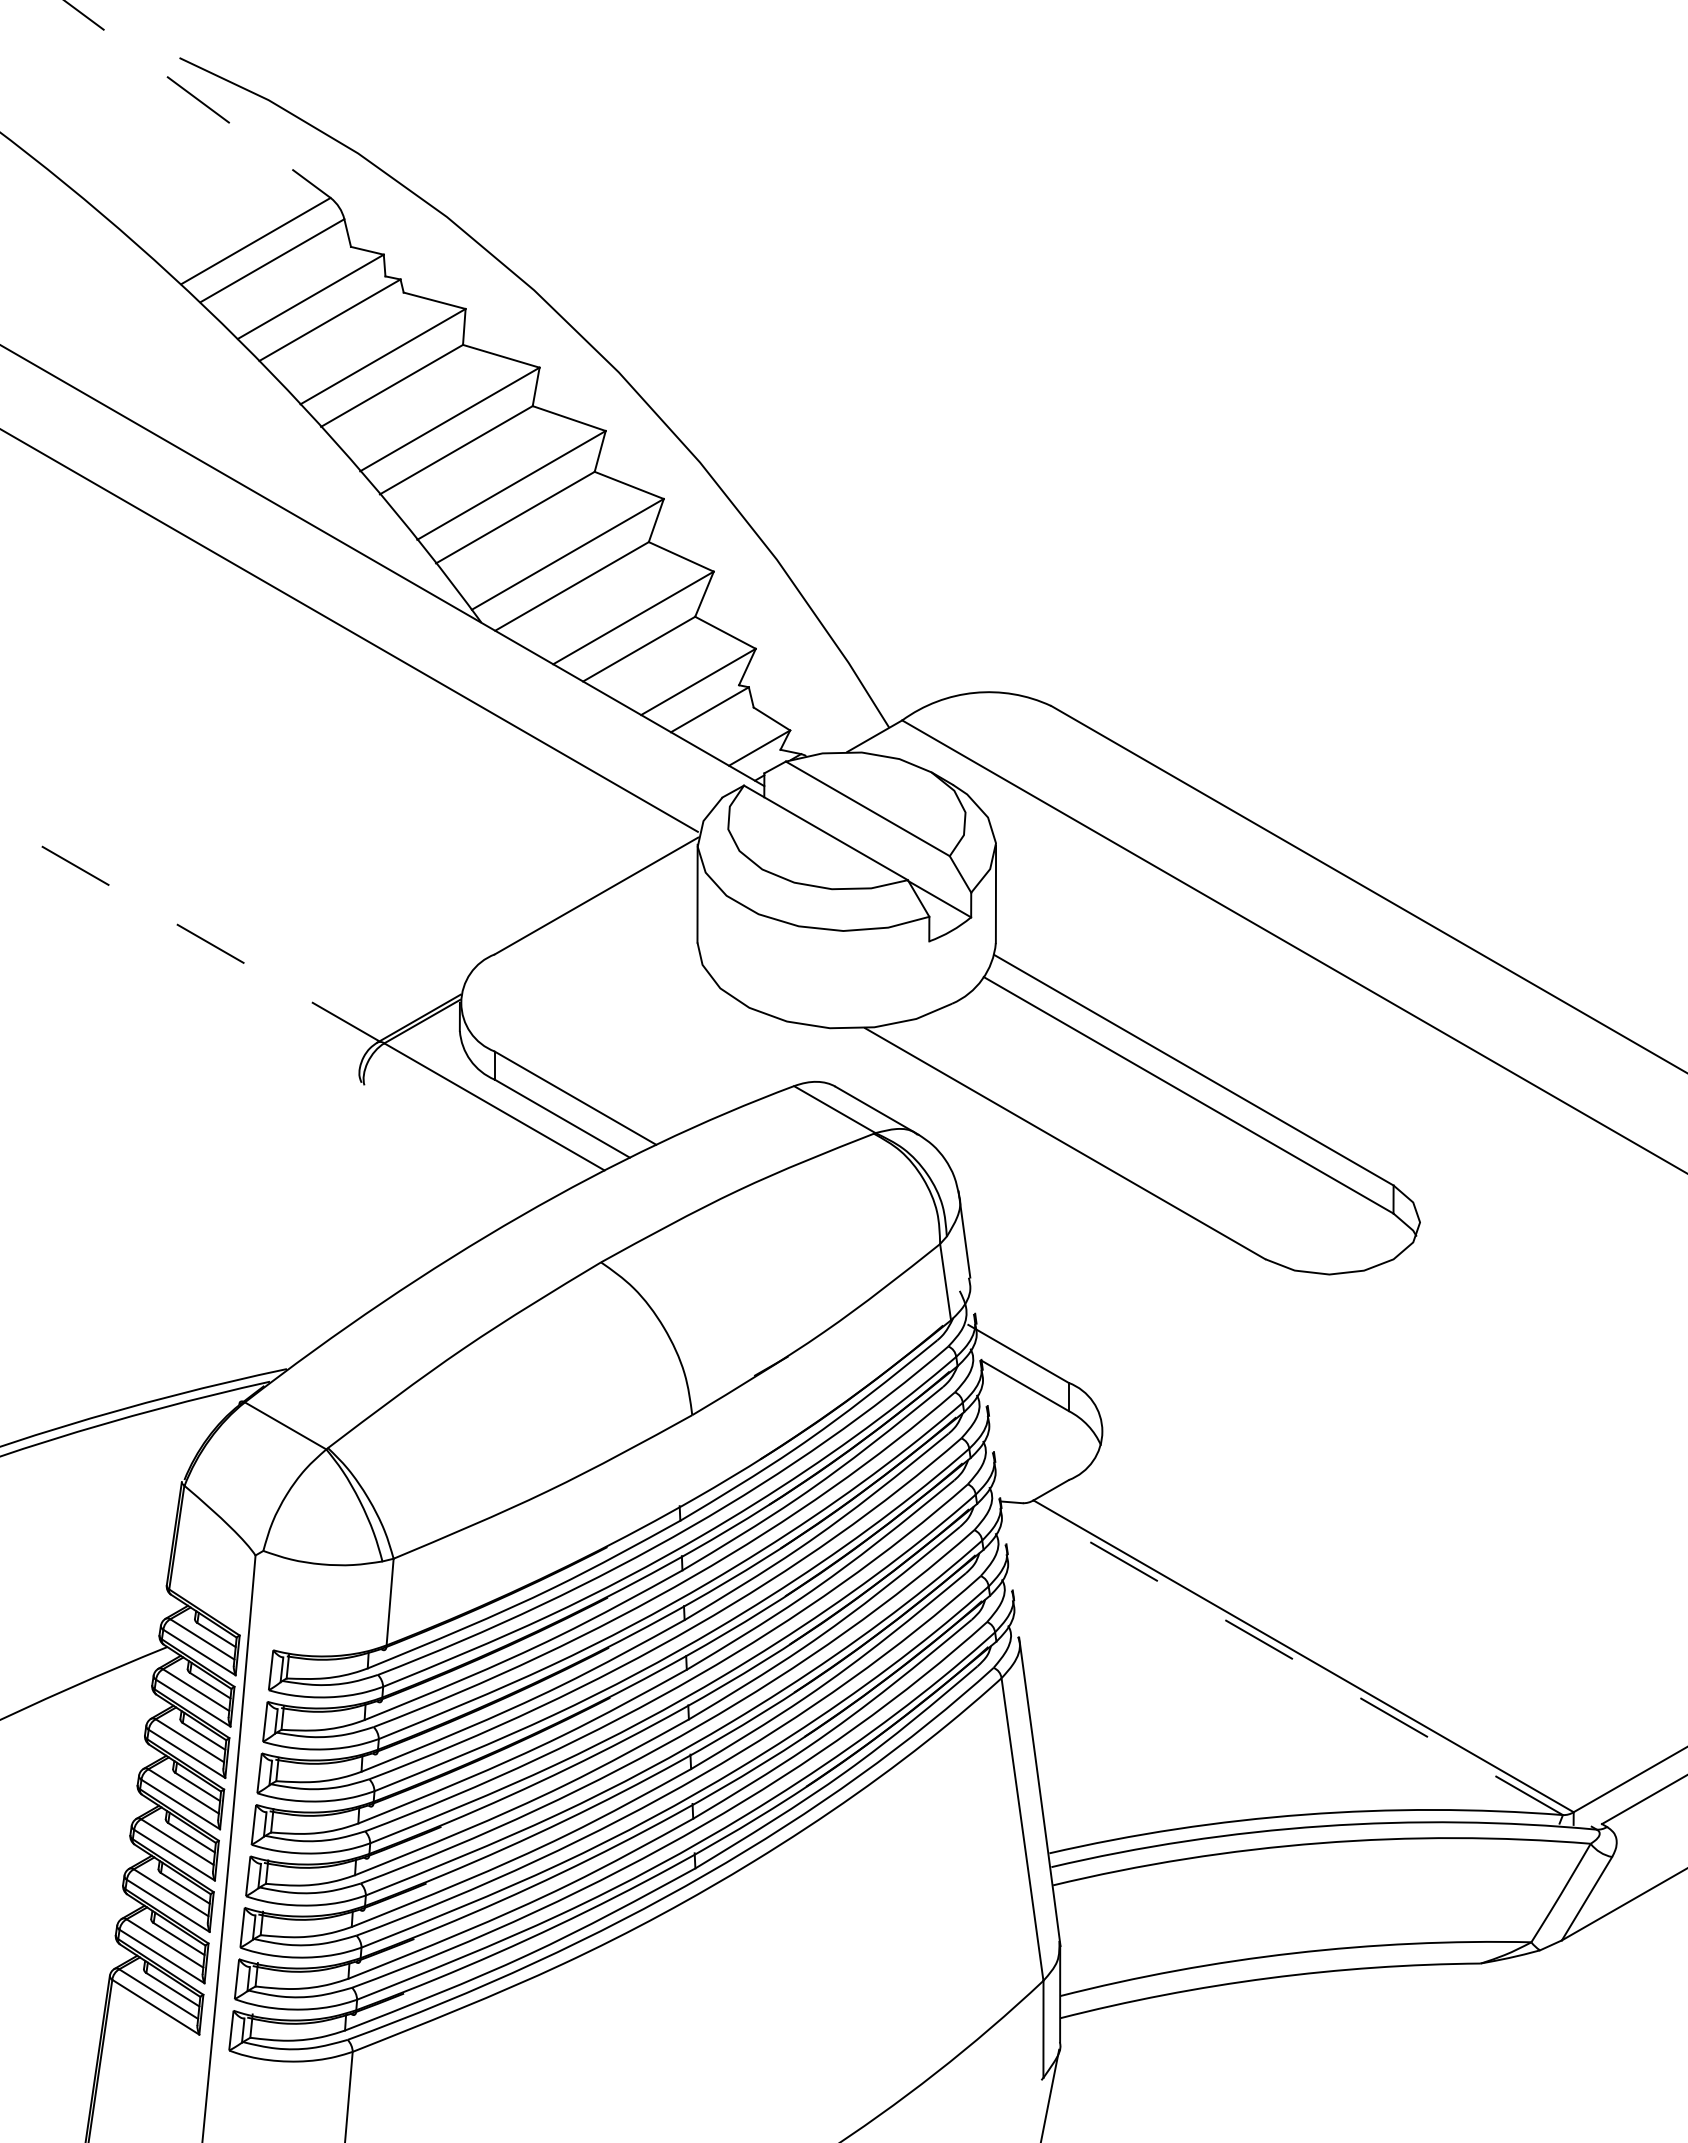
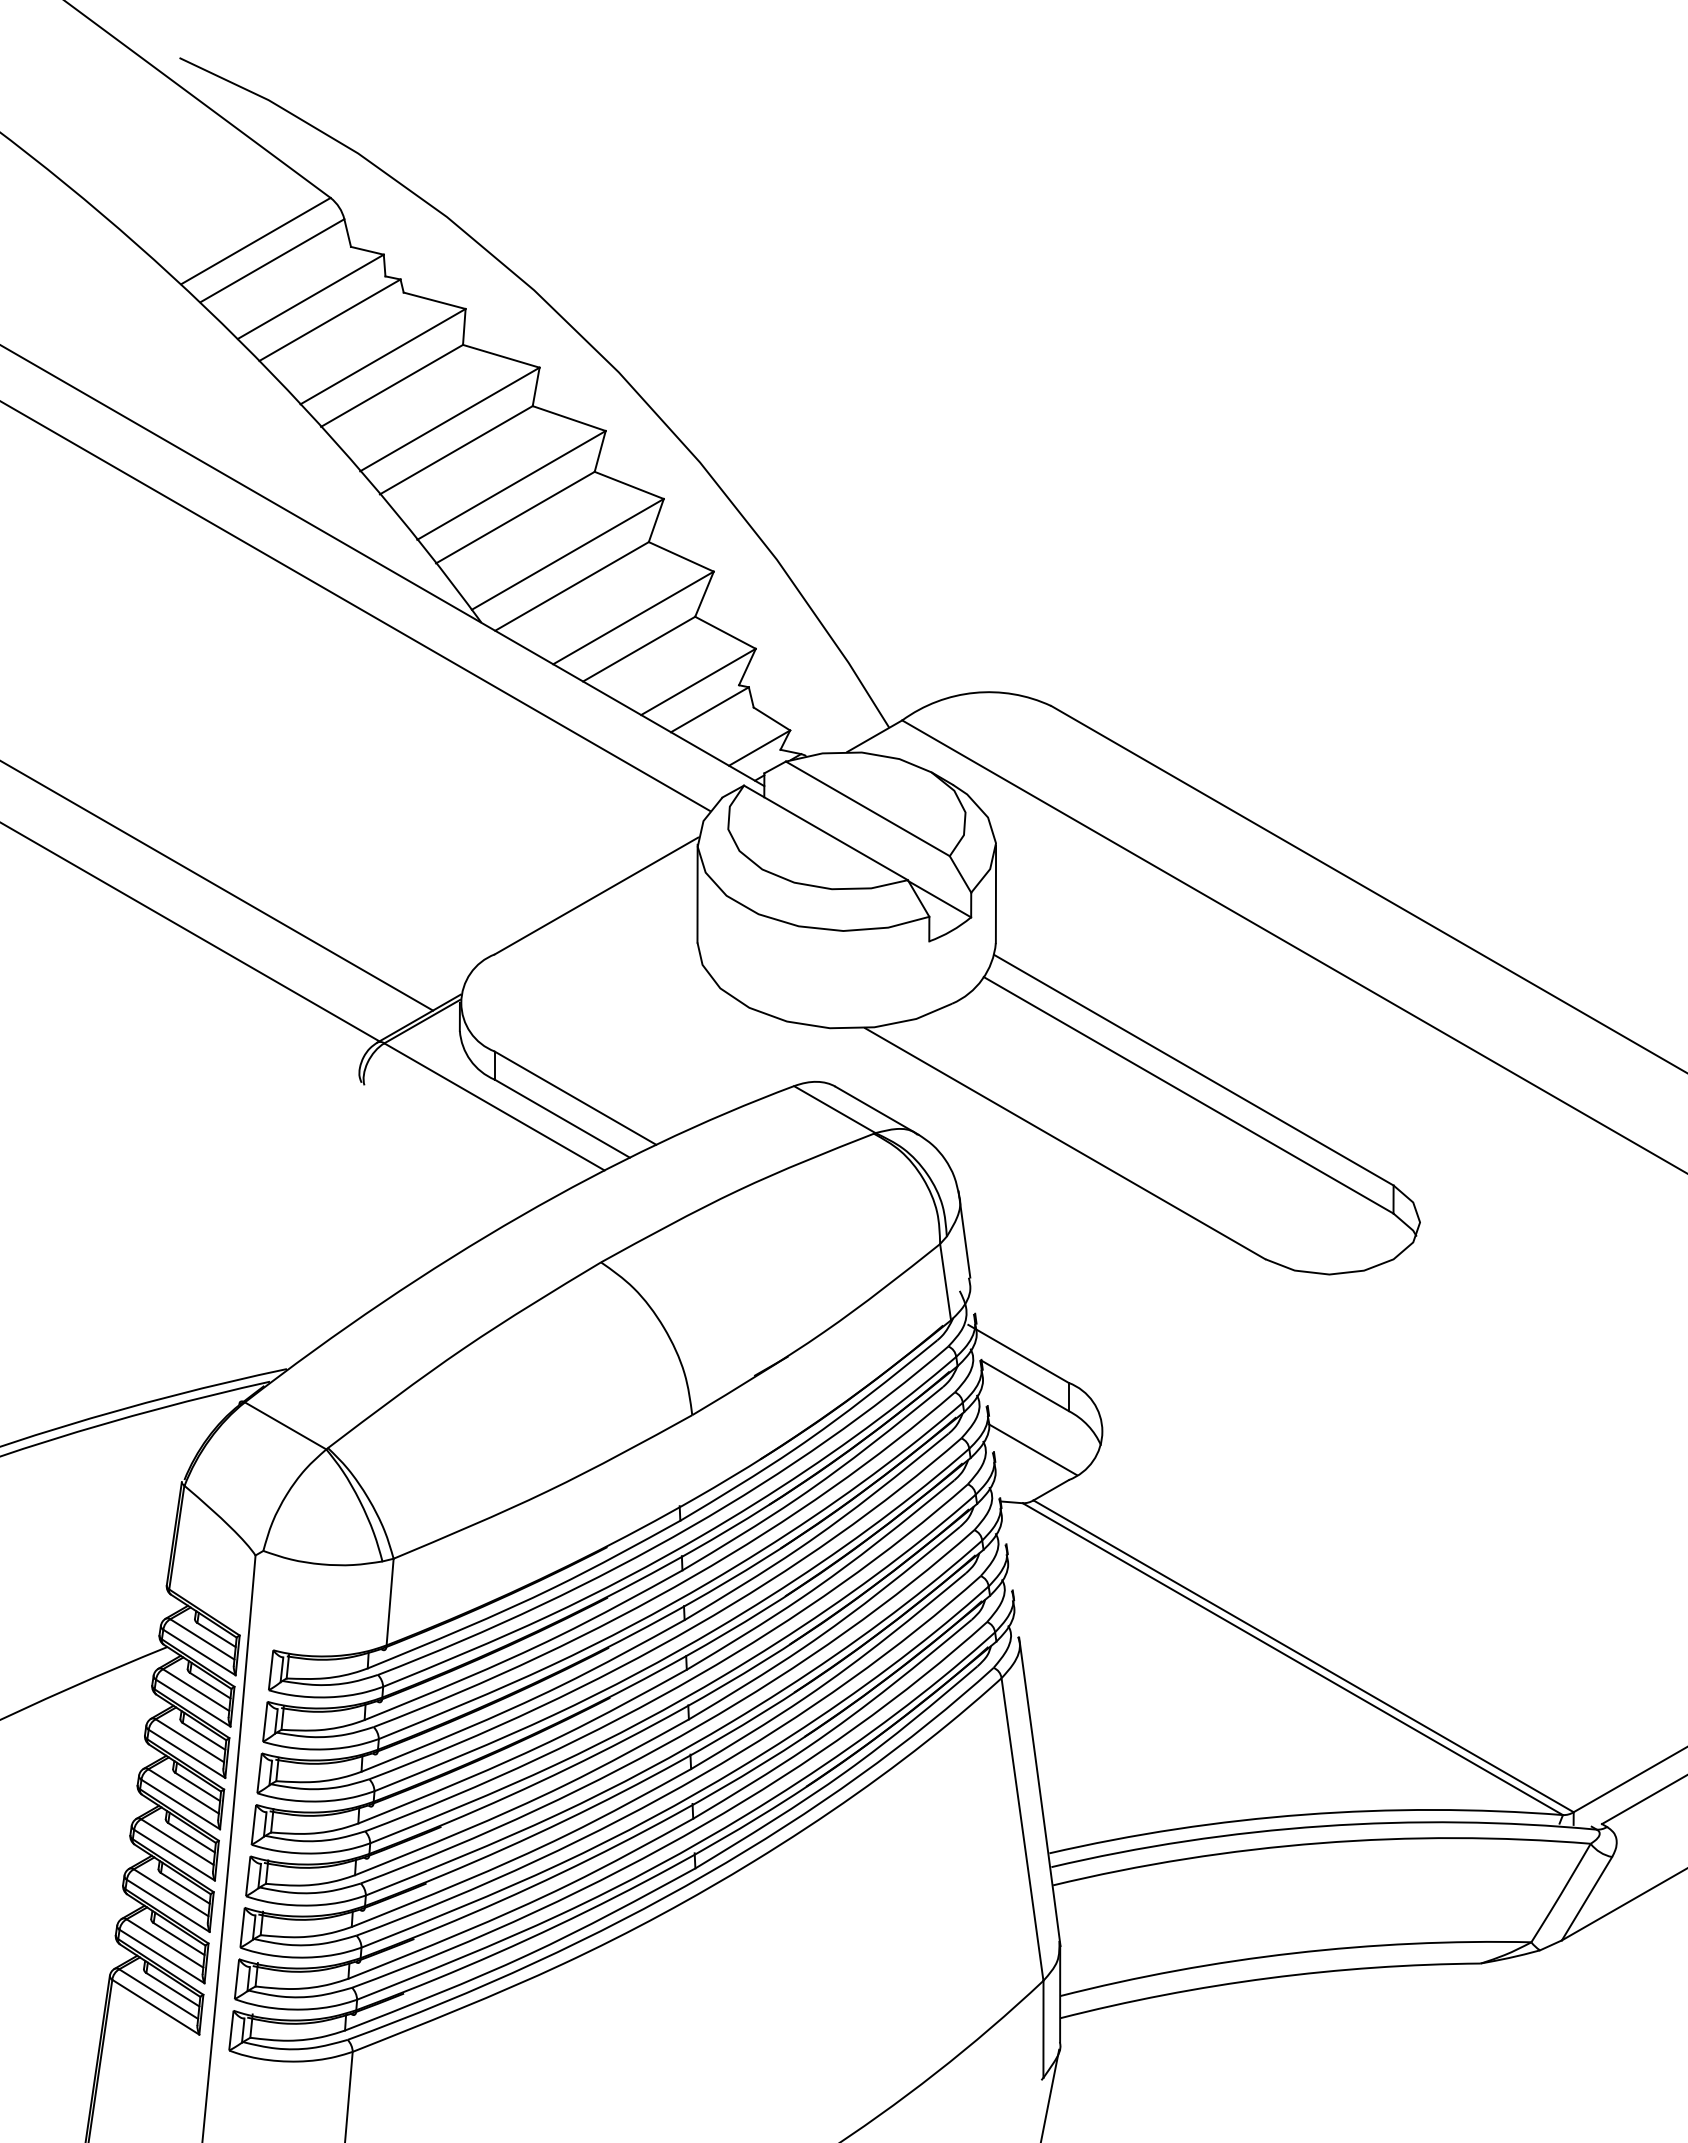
line at (197, 99): dashed -> solid
line at (349, 630) position: (349, 630) -> (355, 606)
line at (217, 886): none -> present
line at (189, 931): dashed -> solid
line at (1032, 1449): none -> present
line at (1292, 1659): dashed -> solid
